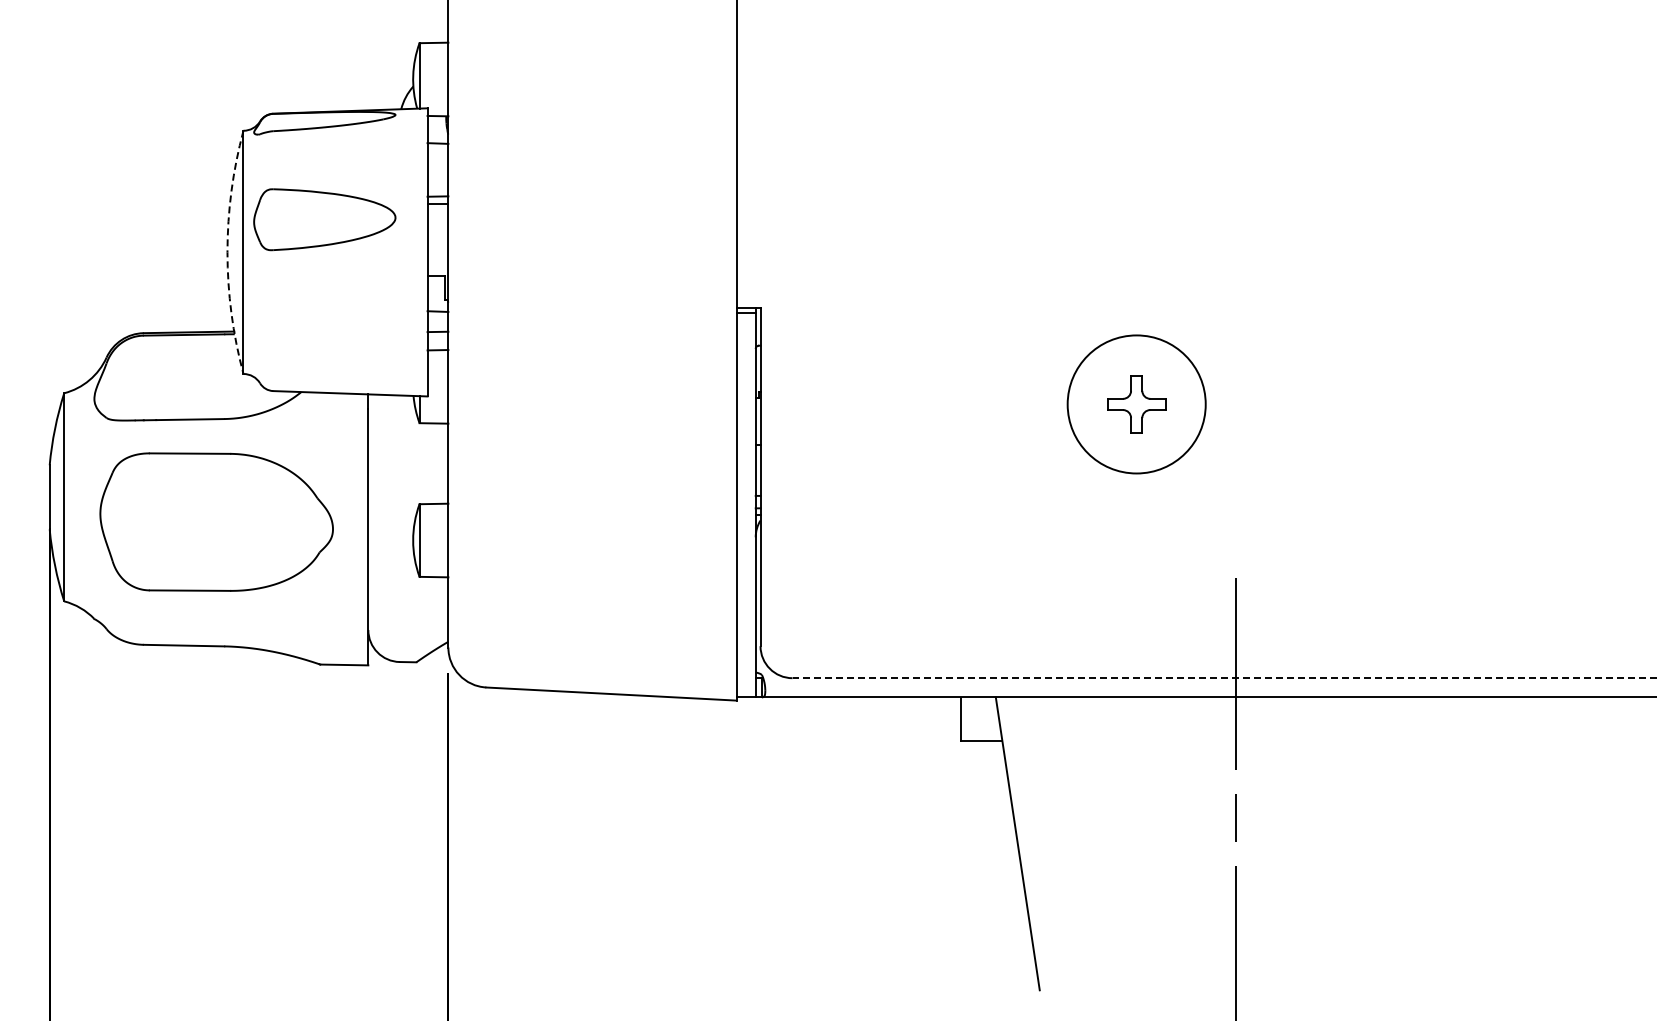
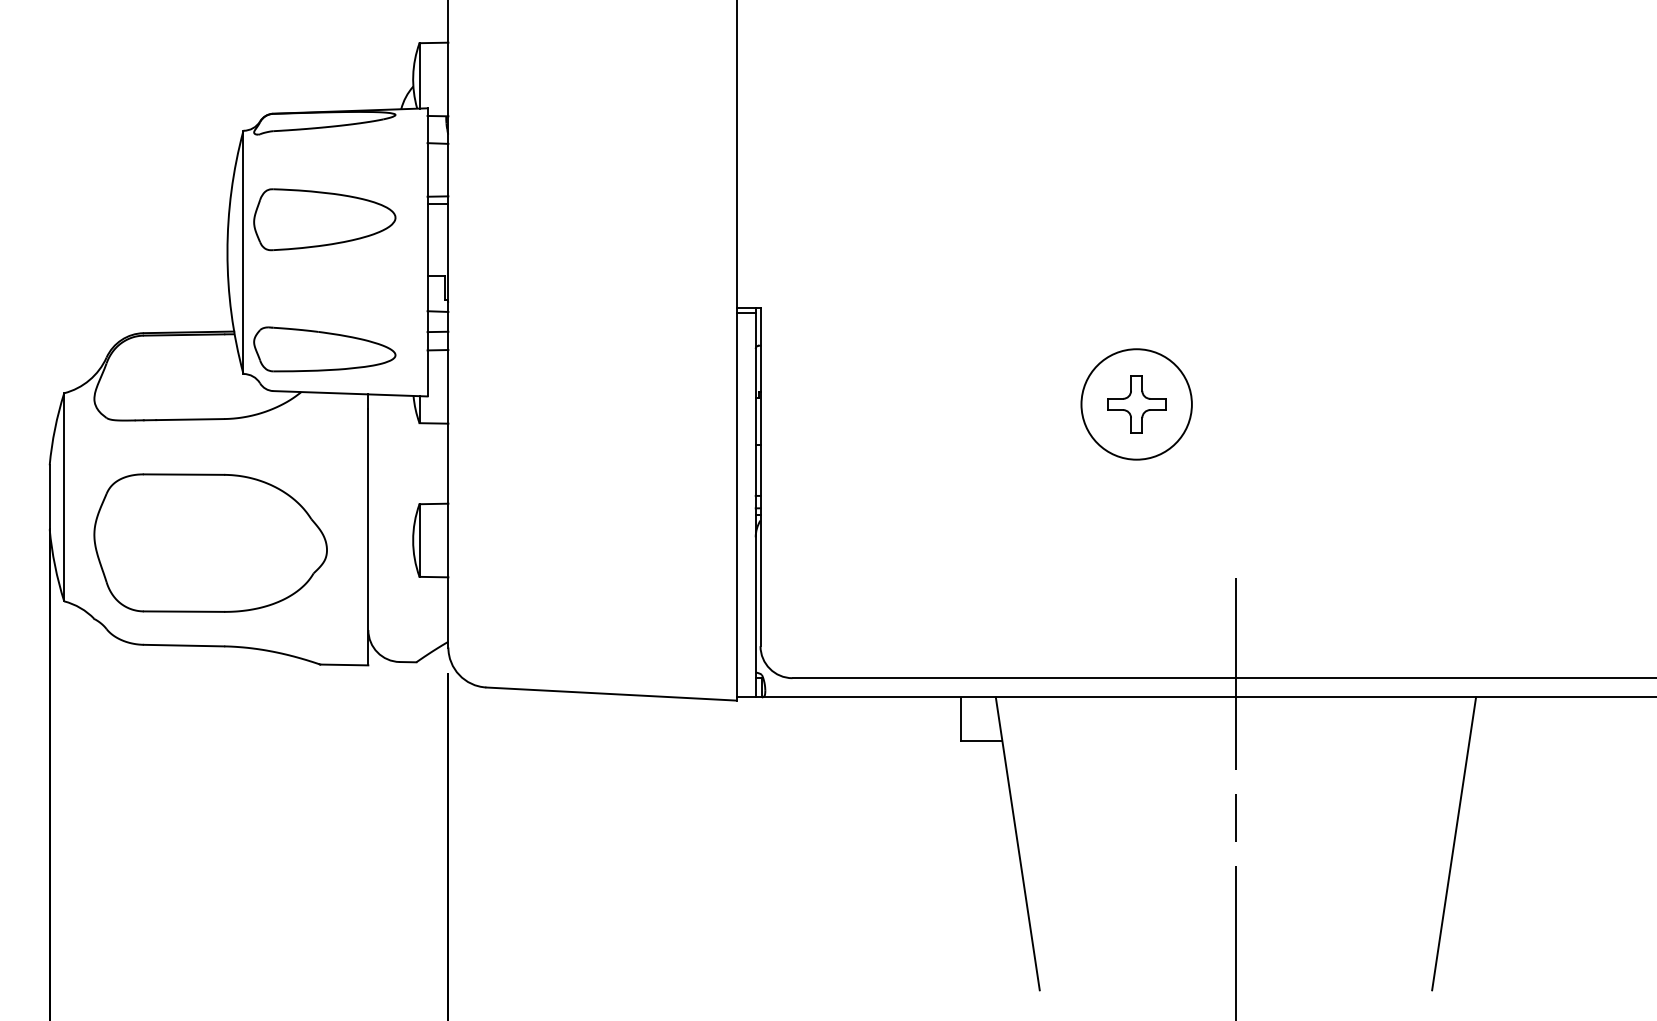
arc at (227, 252): dashed -> solid
part at (324, 349): none -> present
circle at (1136, 404) diameter: 138 px -> 110 px
part at (216, 521) position: (216, 521) -> (210, 542)
line at (1224, 678): dashed -> solid
line at (1454, 843): none -> present
